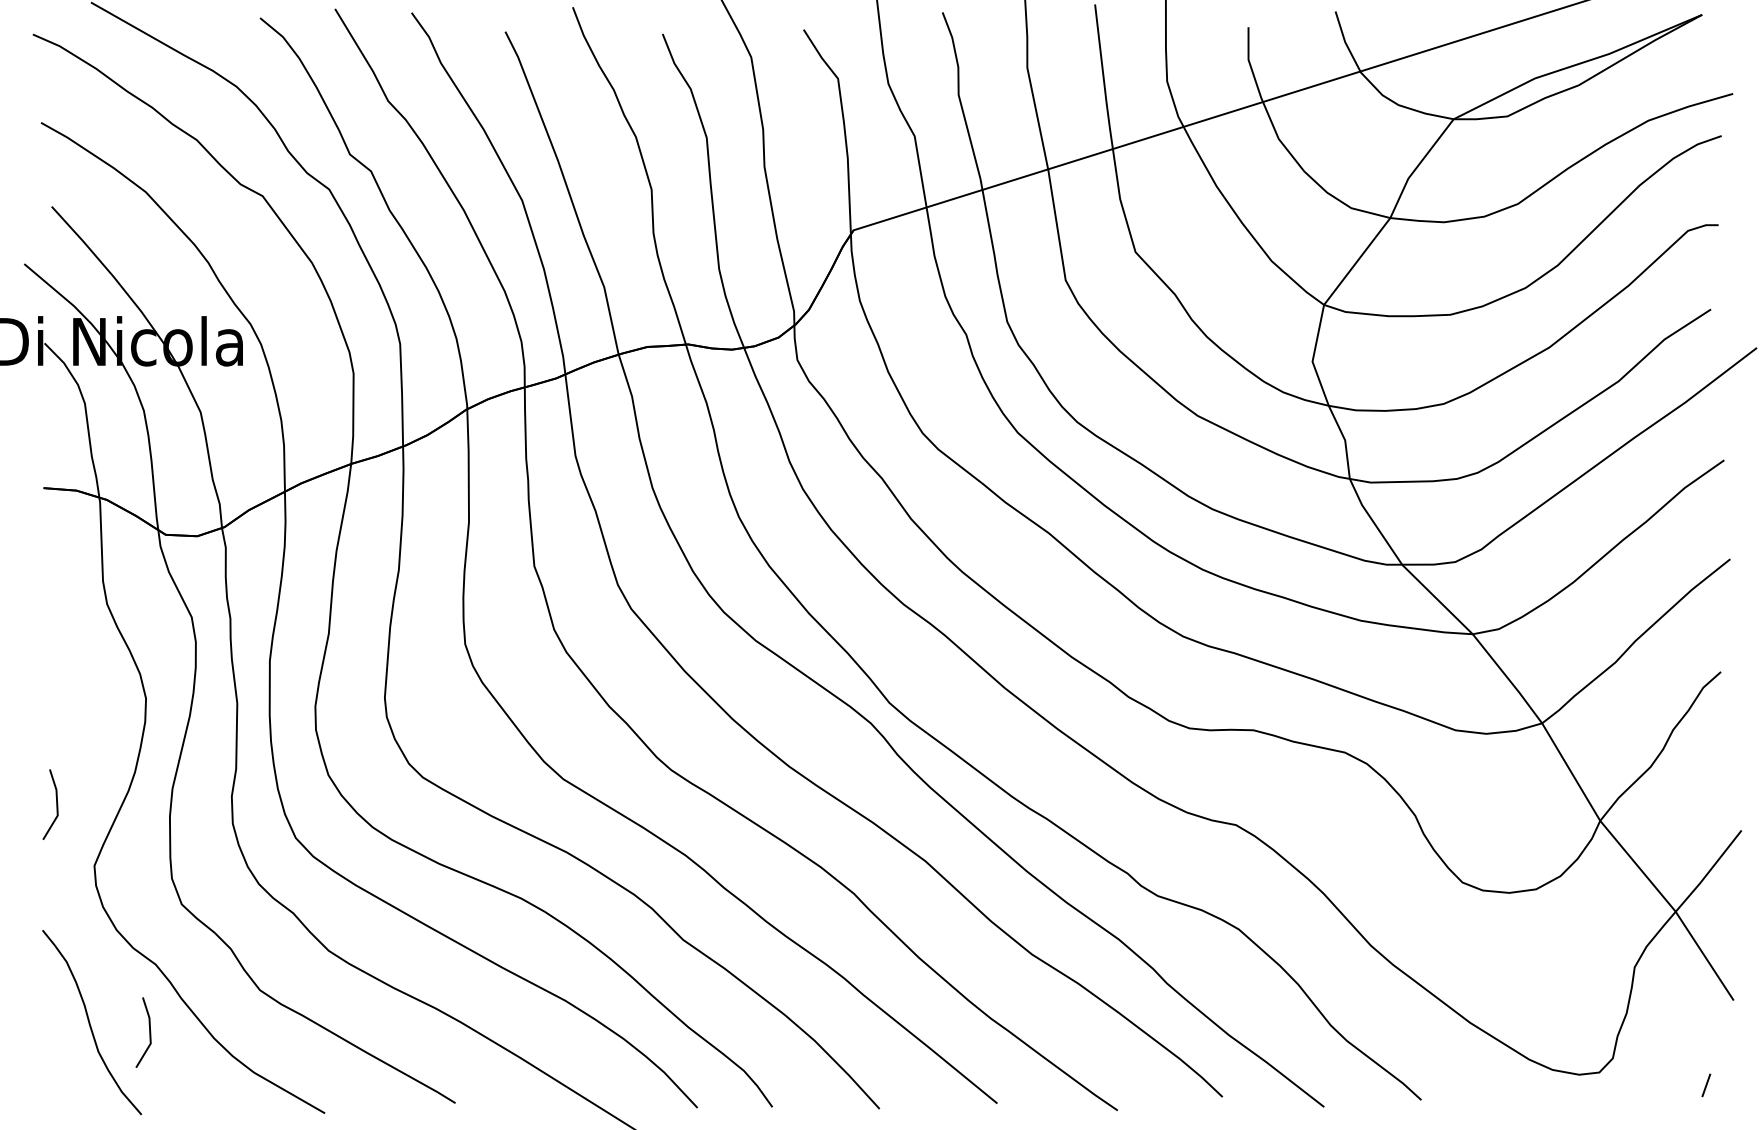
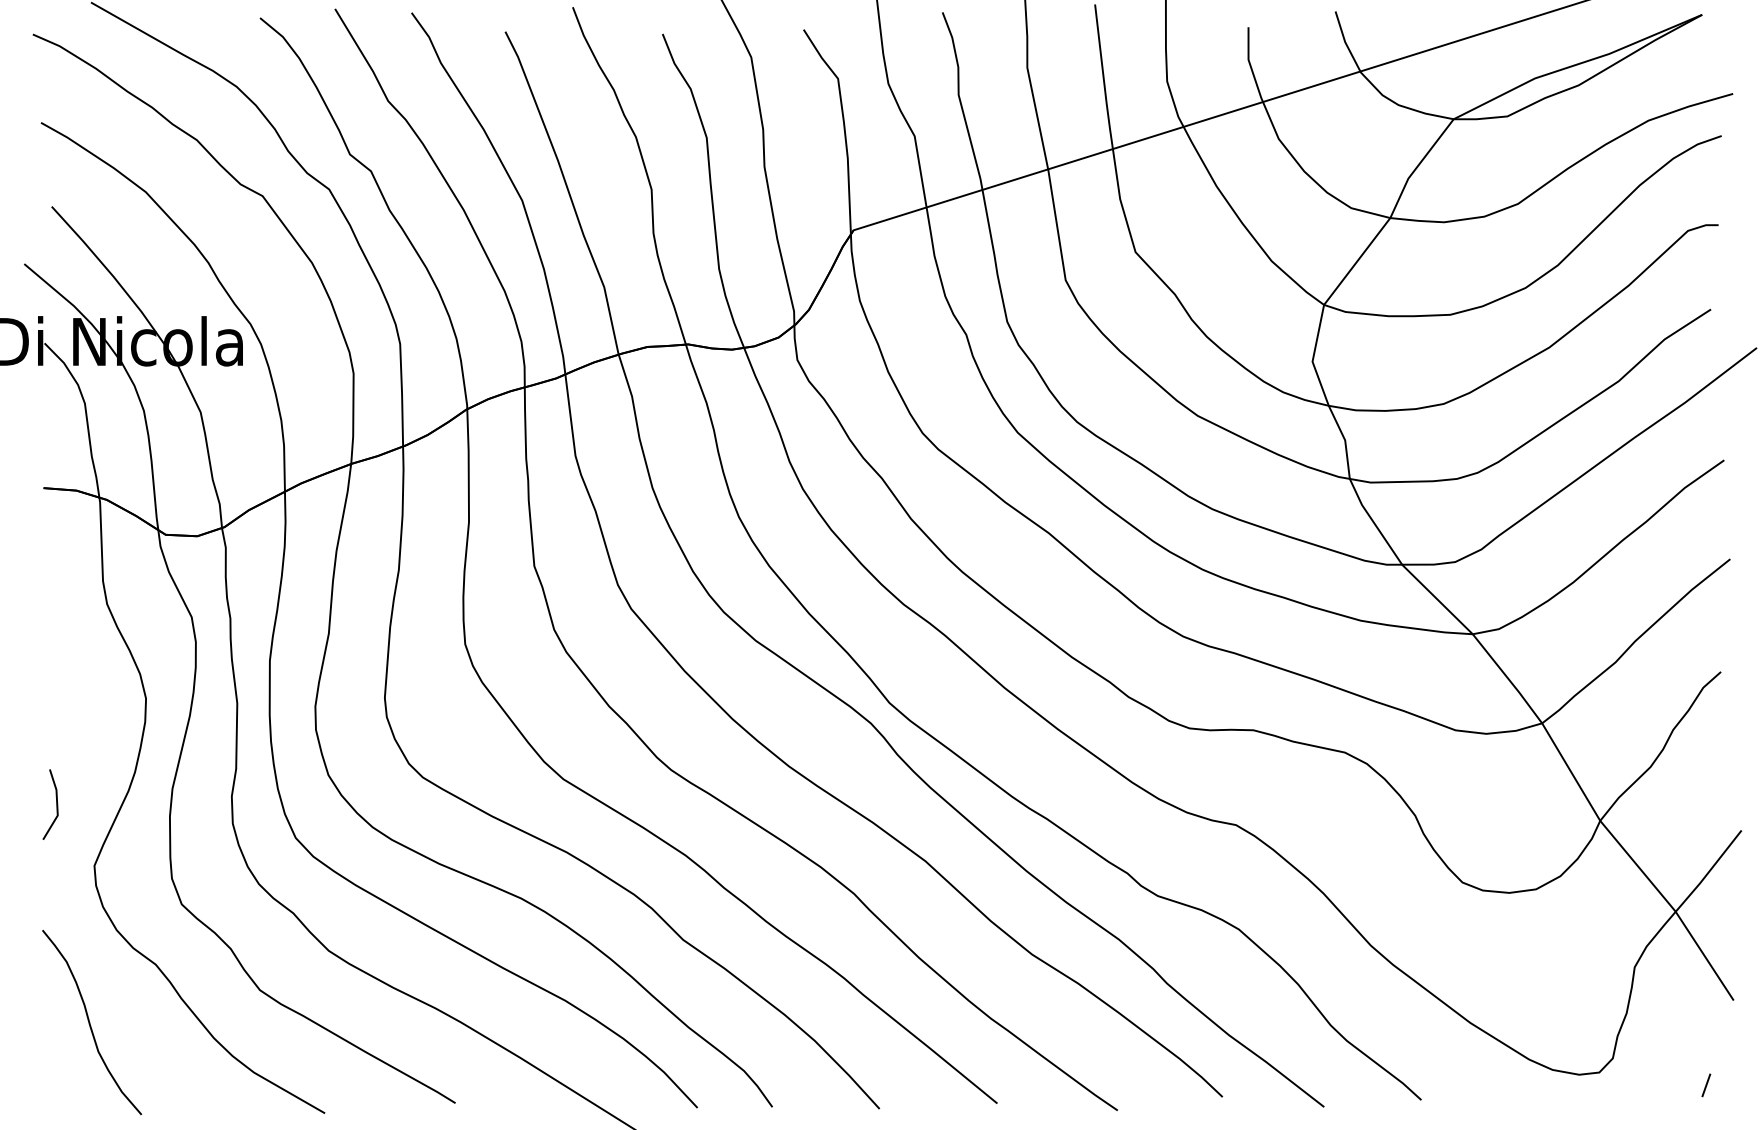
line at (149, 1032): present -> none
